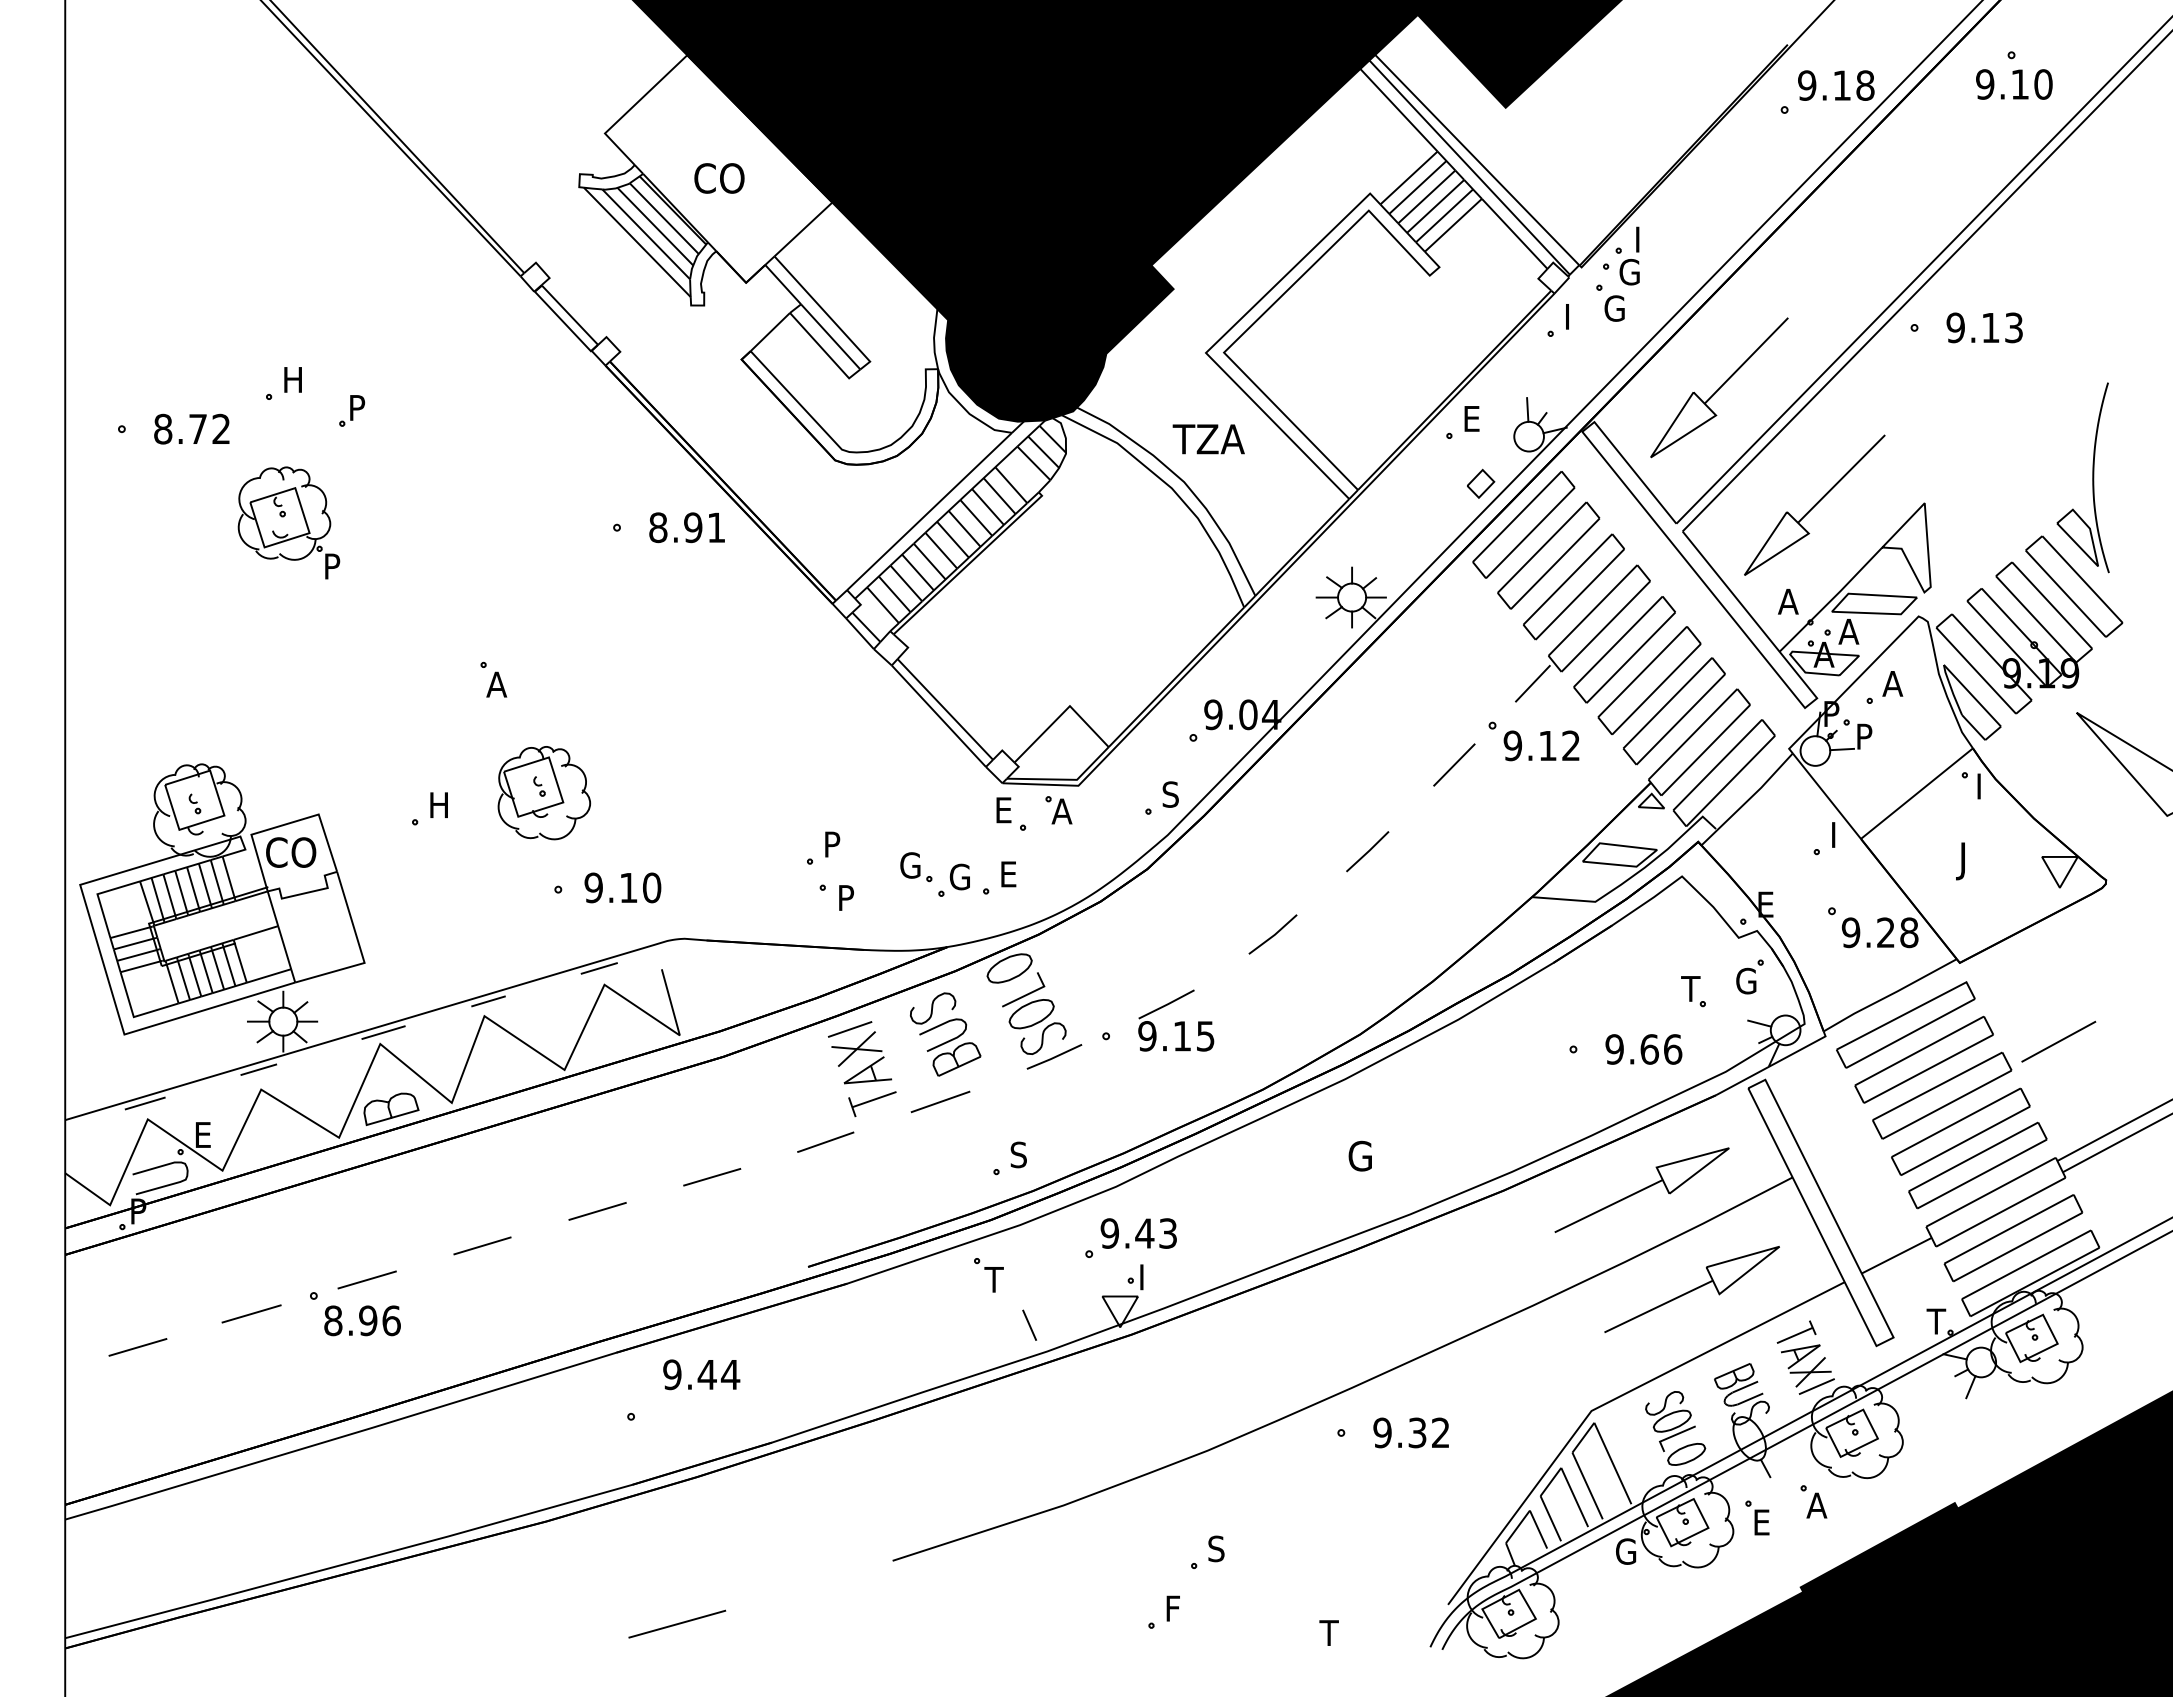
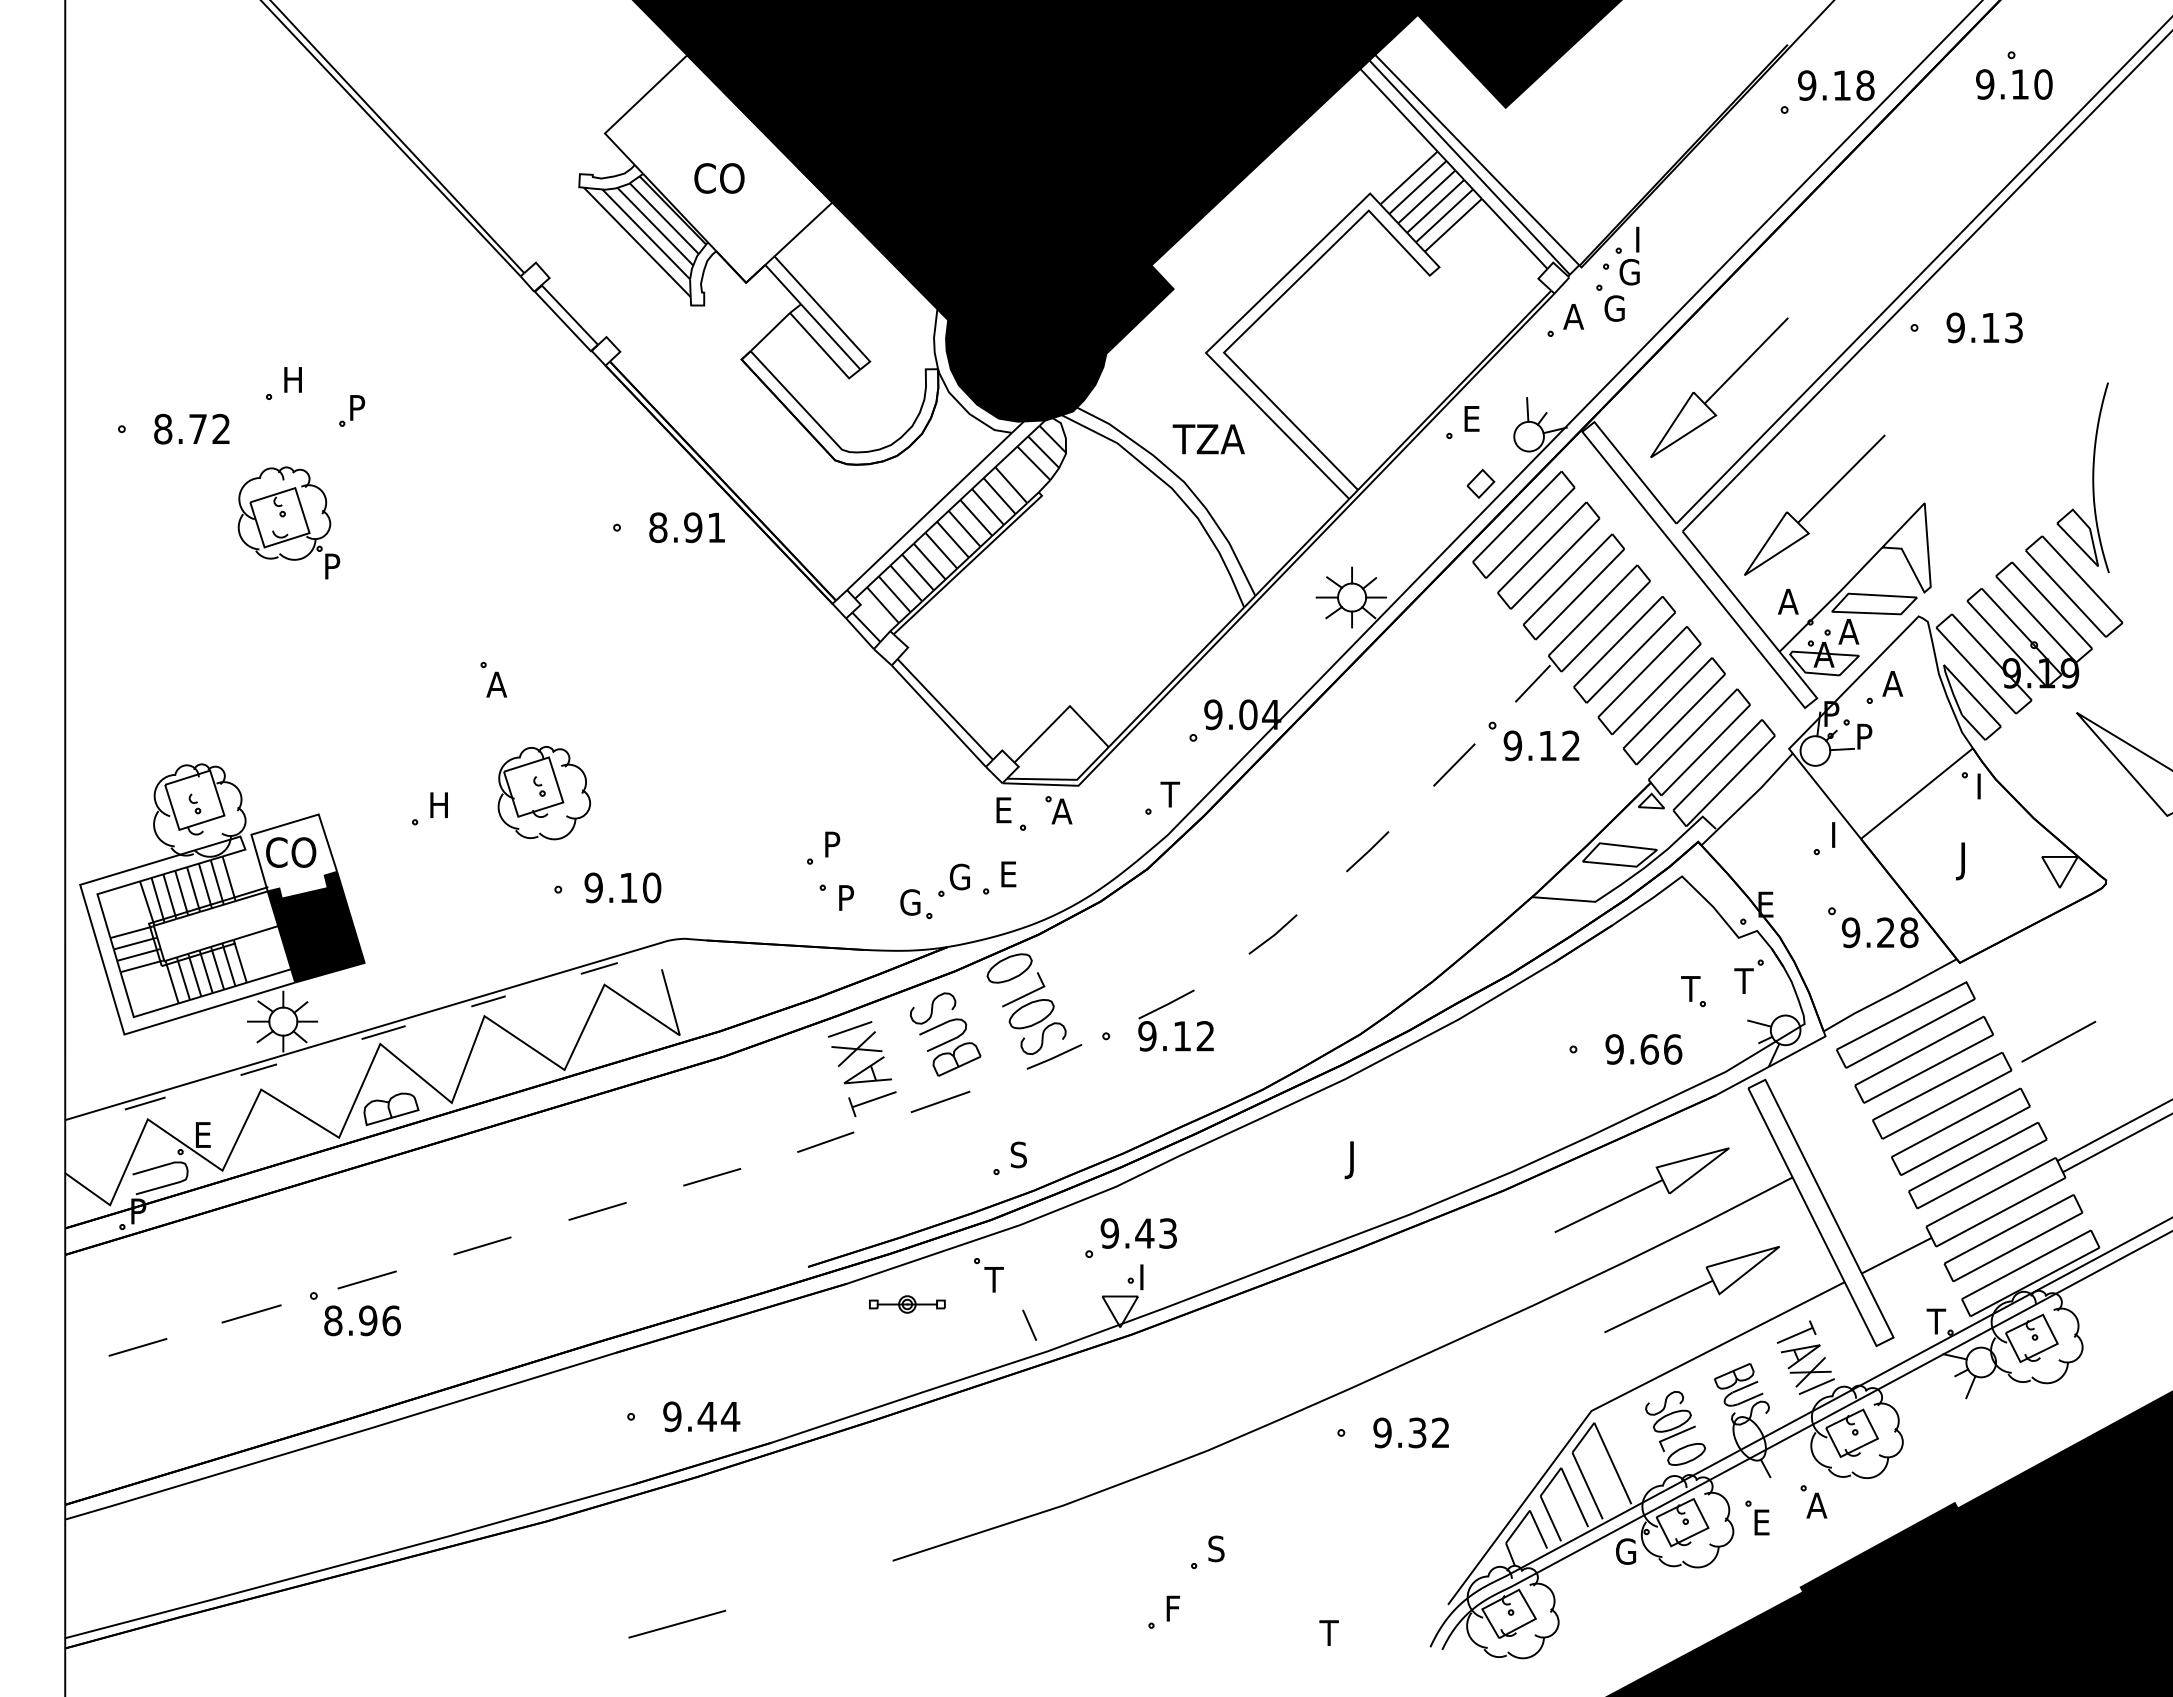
text at (1573, 316): I -> A
text at (1170, 794): S -> T
part at (916, 867) position: (916, 867) -> (916, 904)
fill at (315, 926): none -> present
text at (1745, 980): G -> T
text at (1205, 1036): 9.15 -> 9.12
text at (1357, 1159): G -> J
part at (907, 1304): none -> present
text at (701, 1374) position: (701, 1374) -> (701, 1416)
